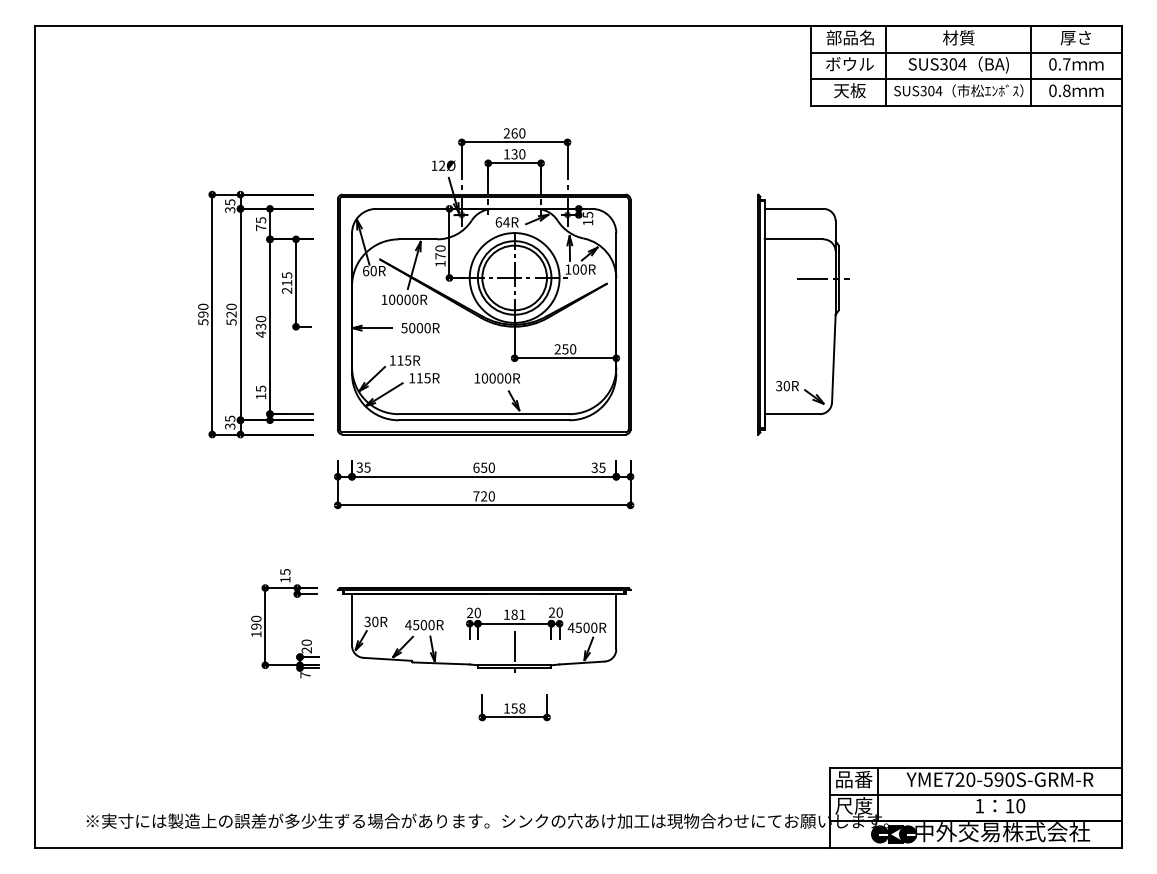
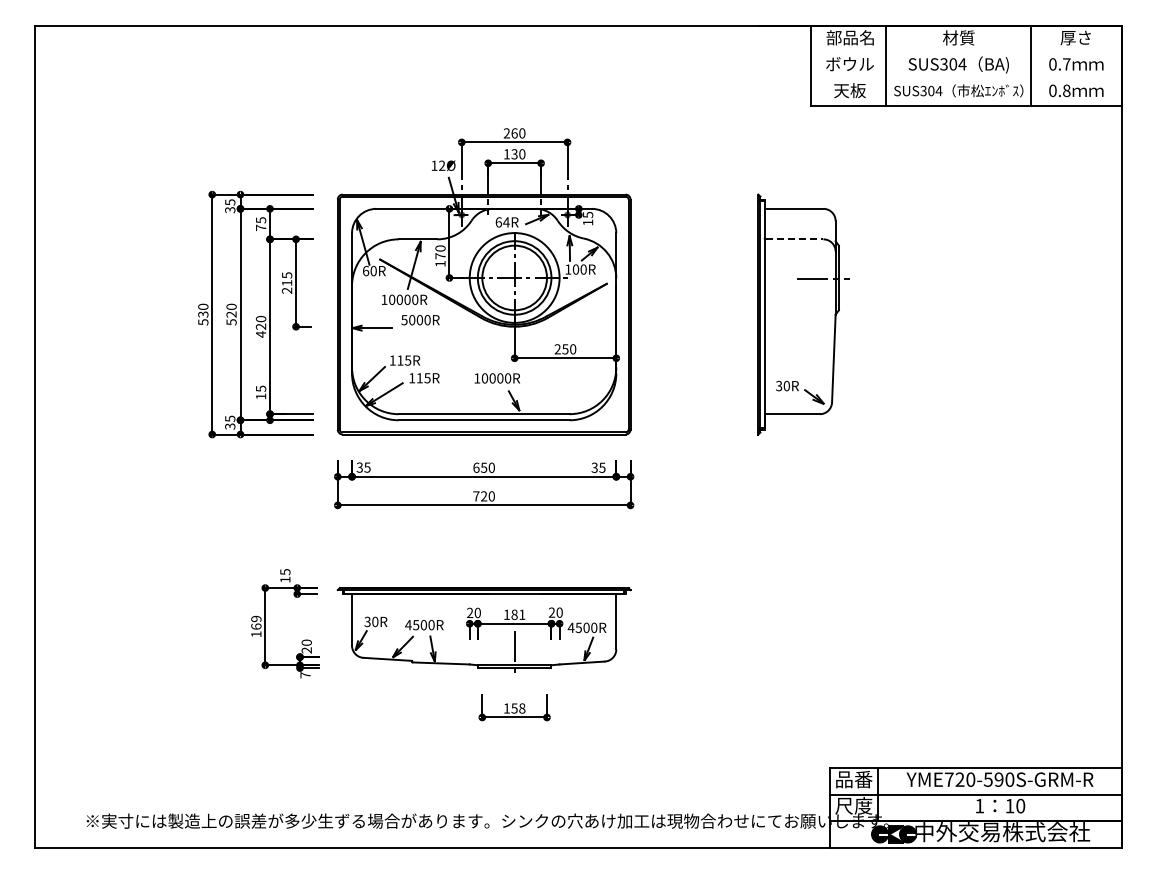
line at (966, 52): present -> none
line at (966, 79): present -> none
line at (794, 239): solid -> dashed
text at (203, 314): 590 -> 530
text at (261, 326): 430 -> 420
text at (420, 328) position: (420, 328) -> (420, 320)
text at (256, 622): 190 -> 169
